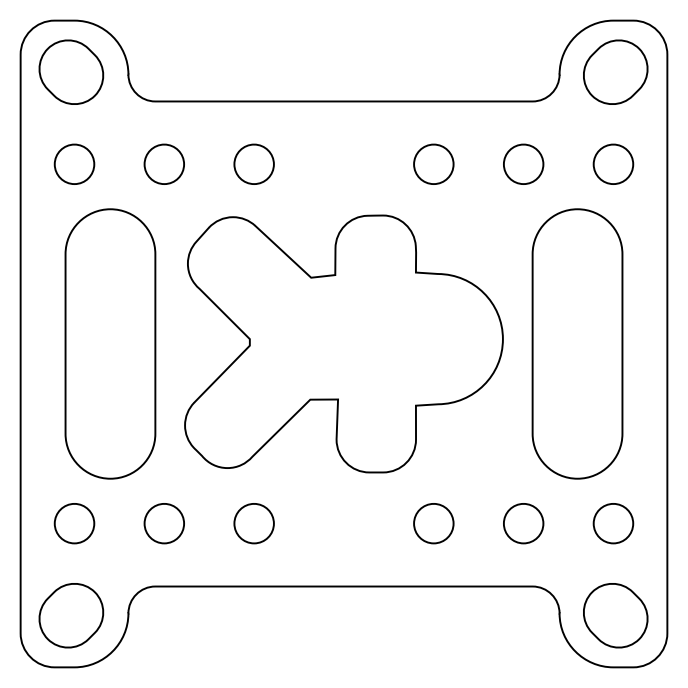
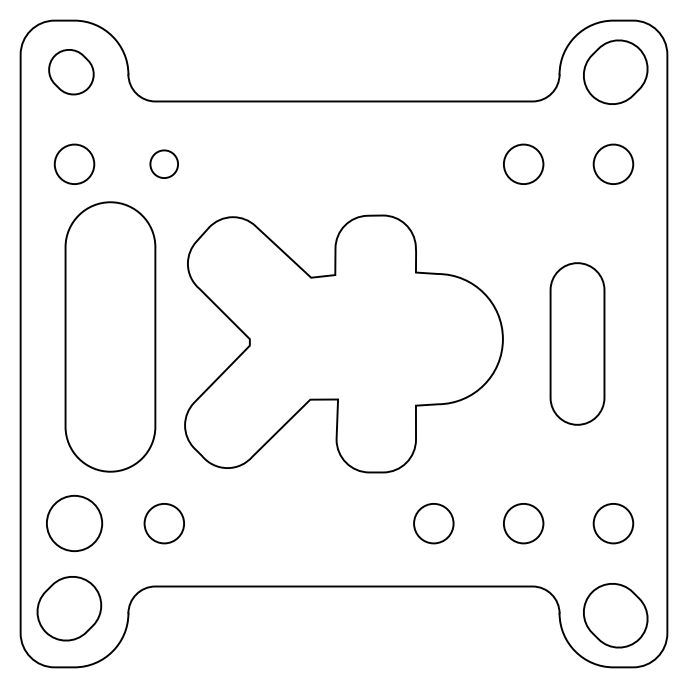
part at (71, 71) size: 67x66 px -> 47x47 px
part at (163, 163) size: 42x42 px -> 30x30 px
part at (253, 163): present -> none
part at (433, 163): present -> none
part at (110, 343) position: (110, 343) -> (110, 336)
part at (577, 343) size: 93x272 px -> 57x164 px
part at (74, 523) size: 43x42 px -> 58x57 px
part at (253, 523): present -> none
part at (71, 615) position: (71, 615) -> (69, 608)
